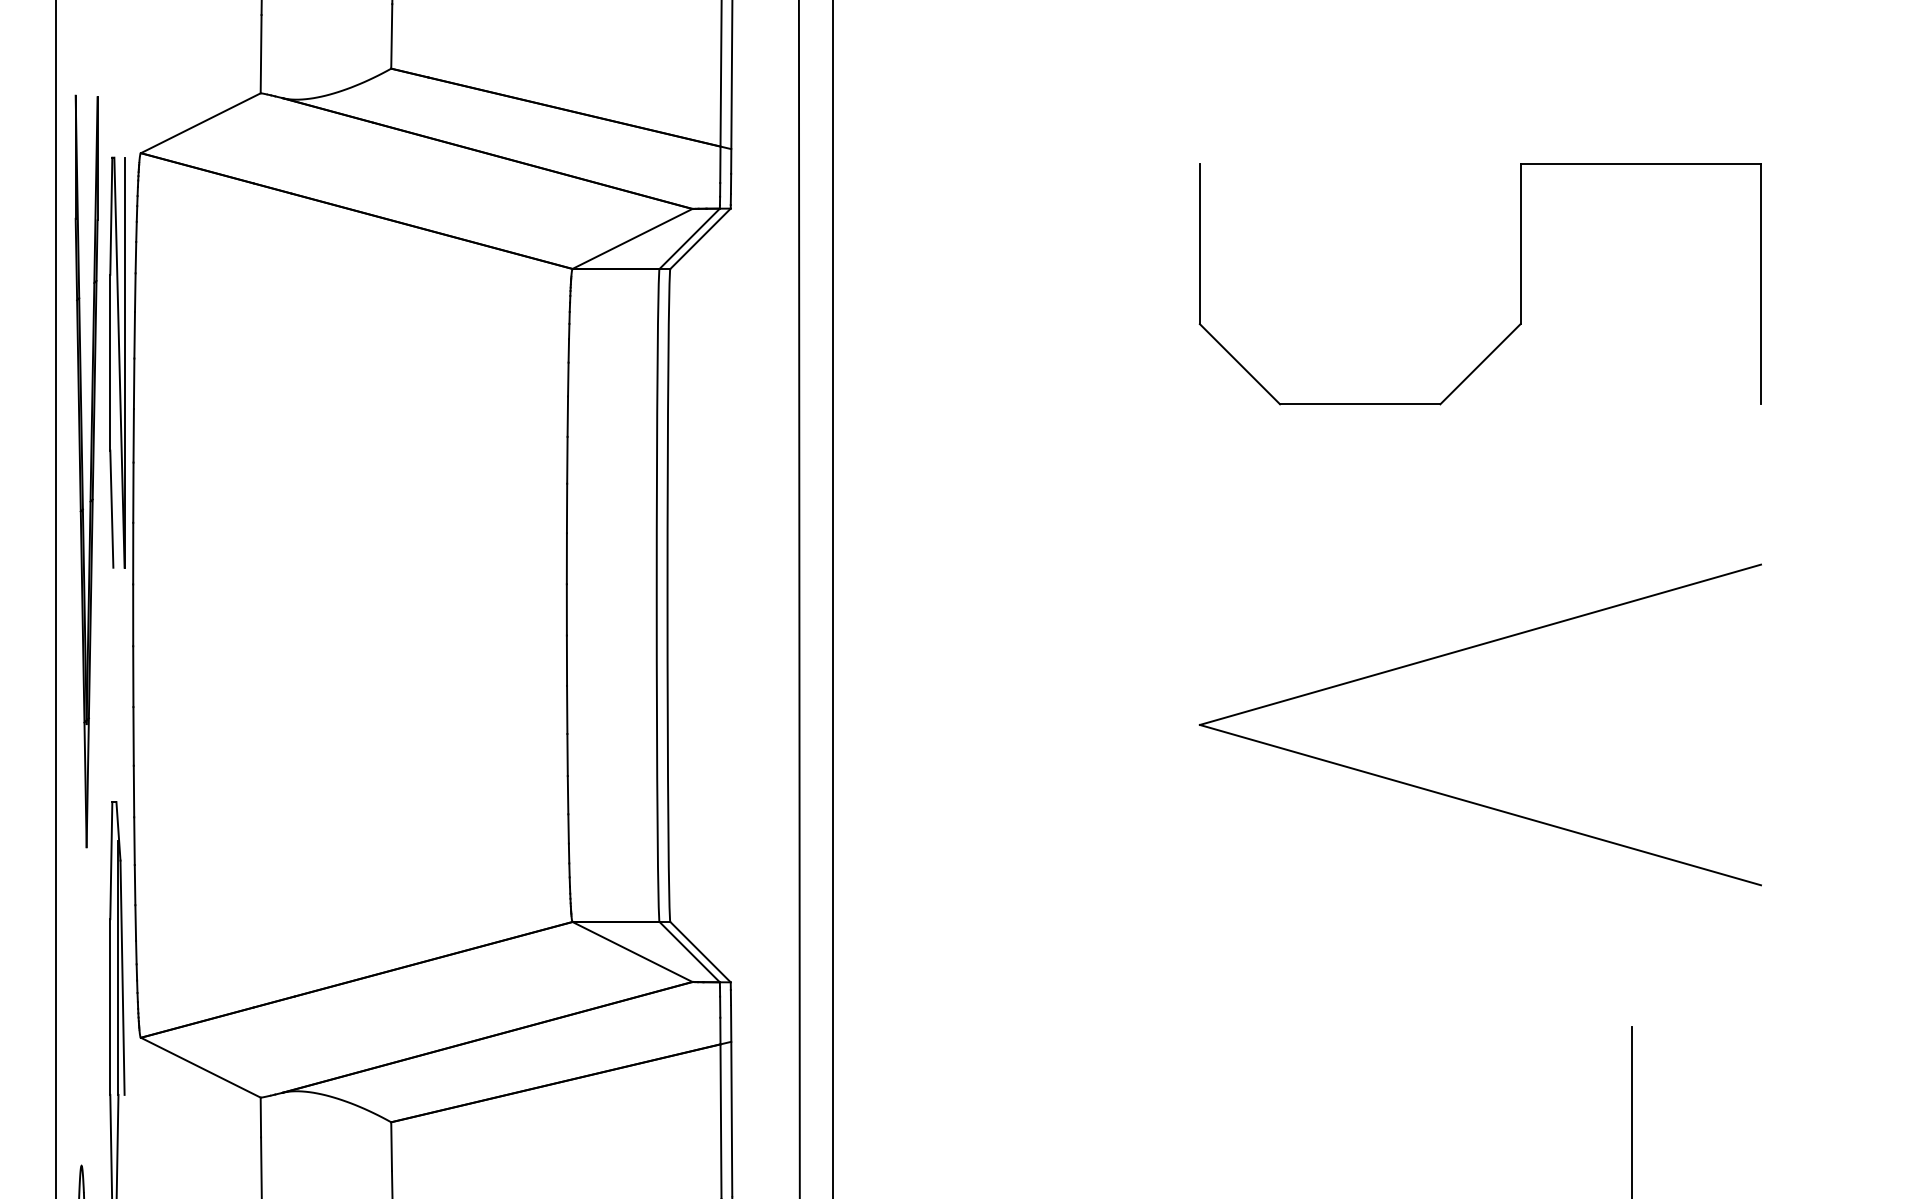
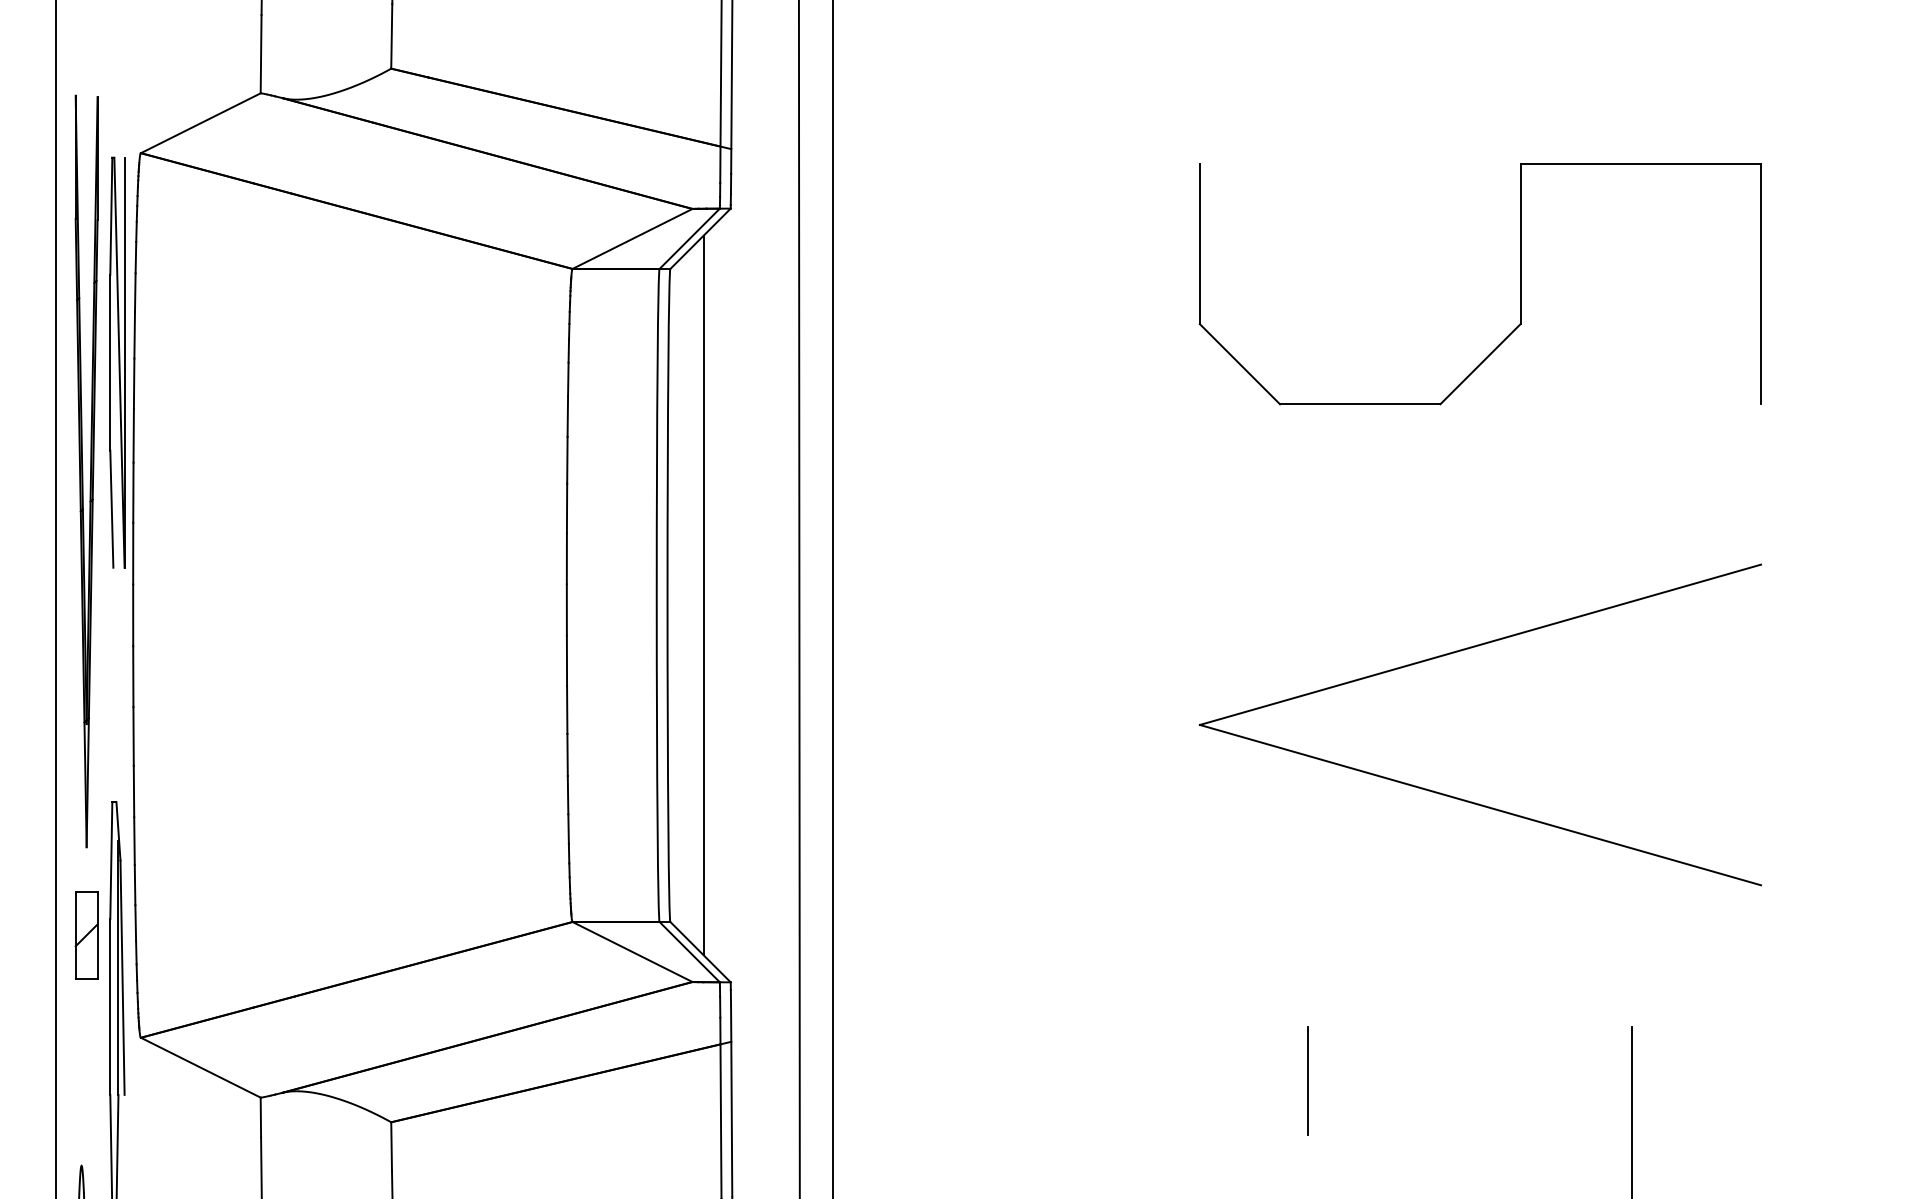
line at (703, 595): none -> present
part at (86, 935): none -> present
line at (1307, 1081): none -> present
